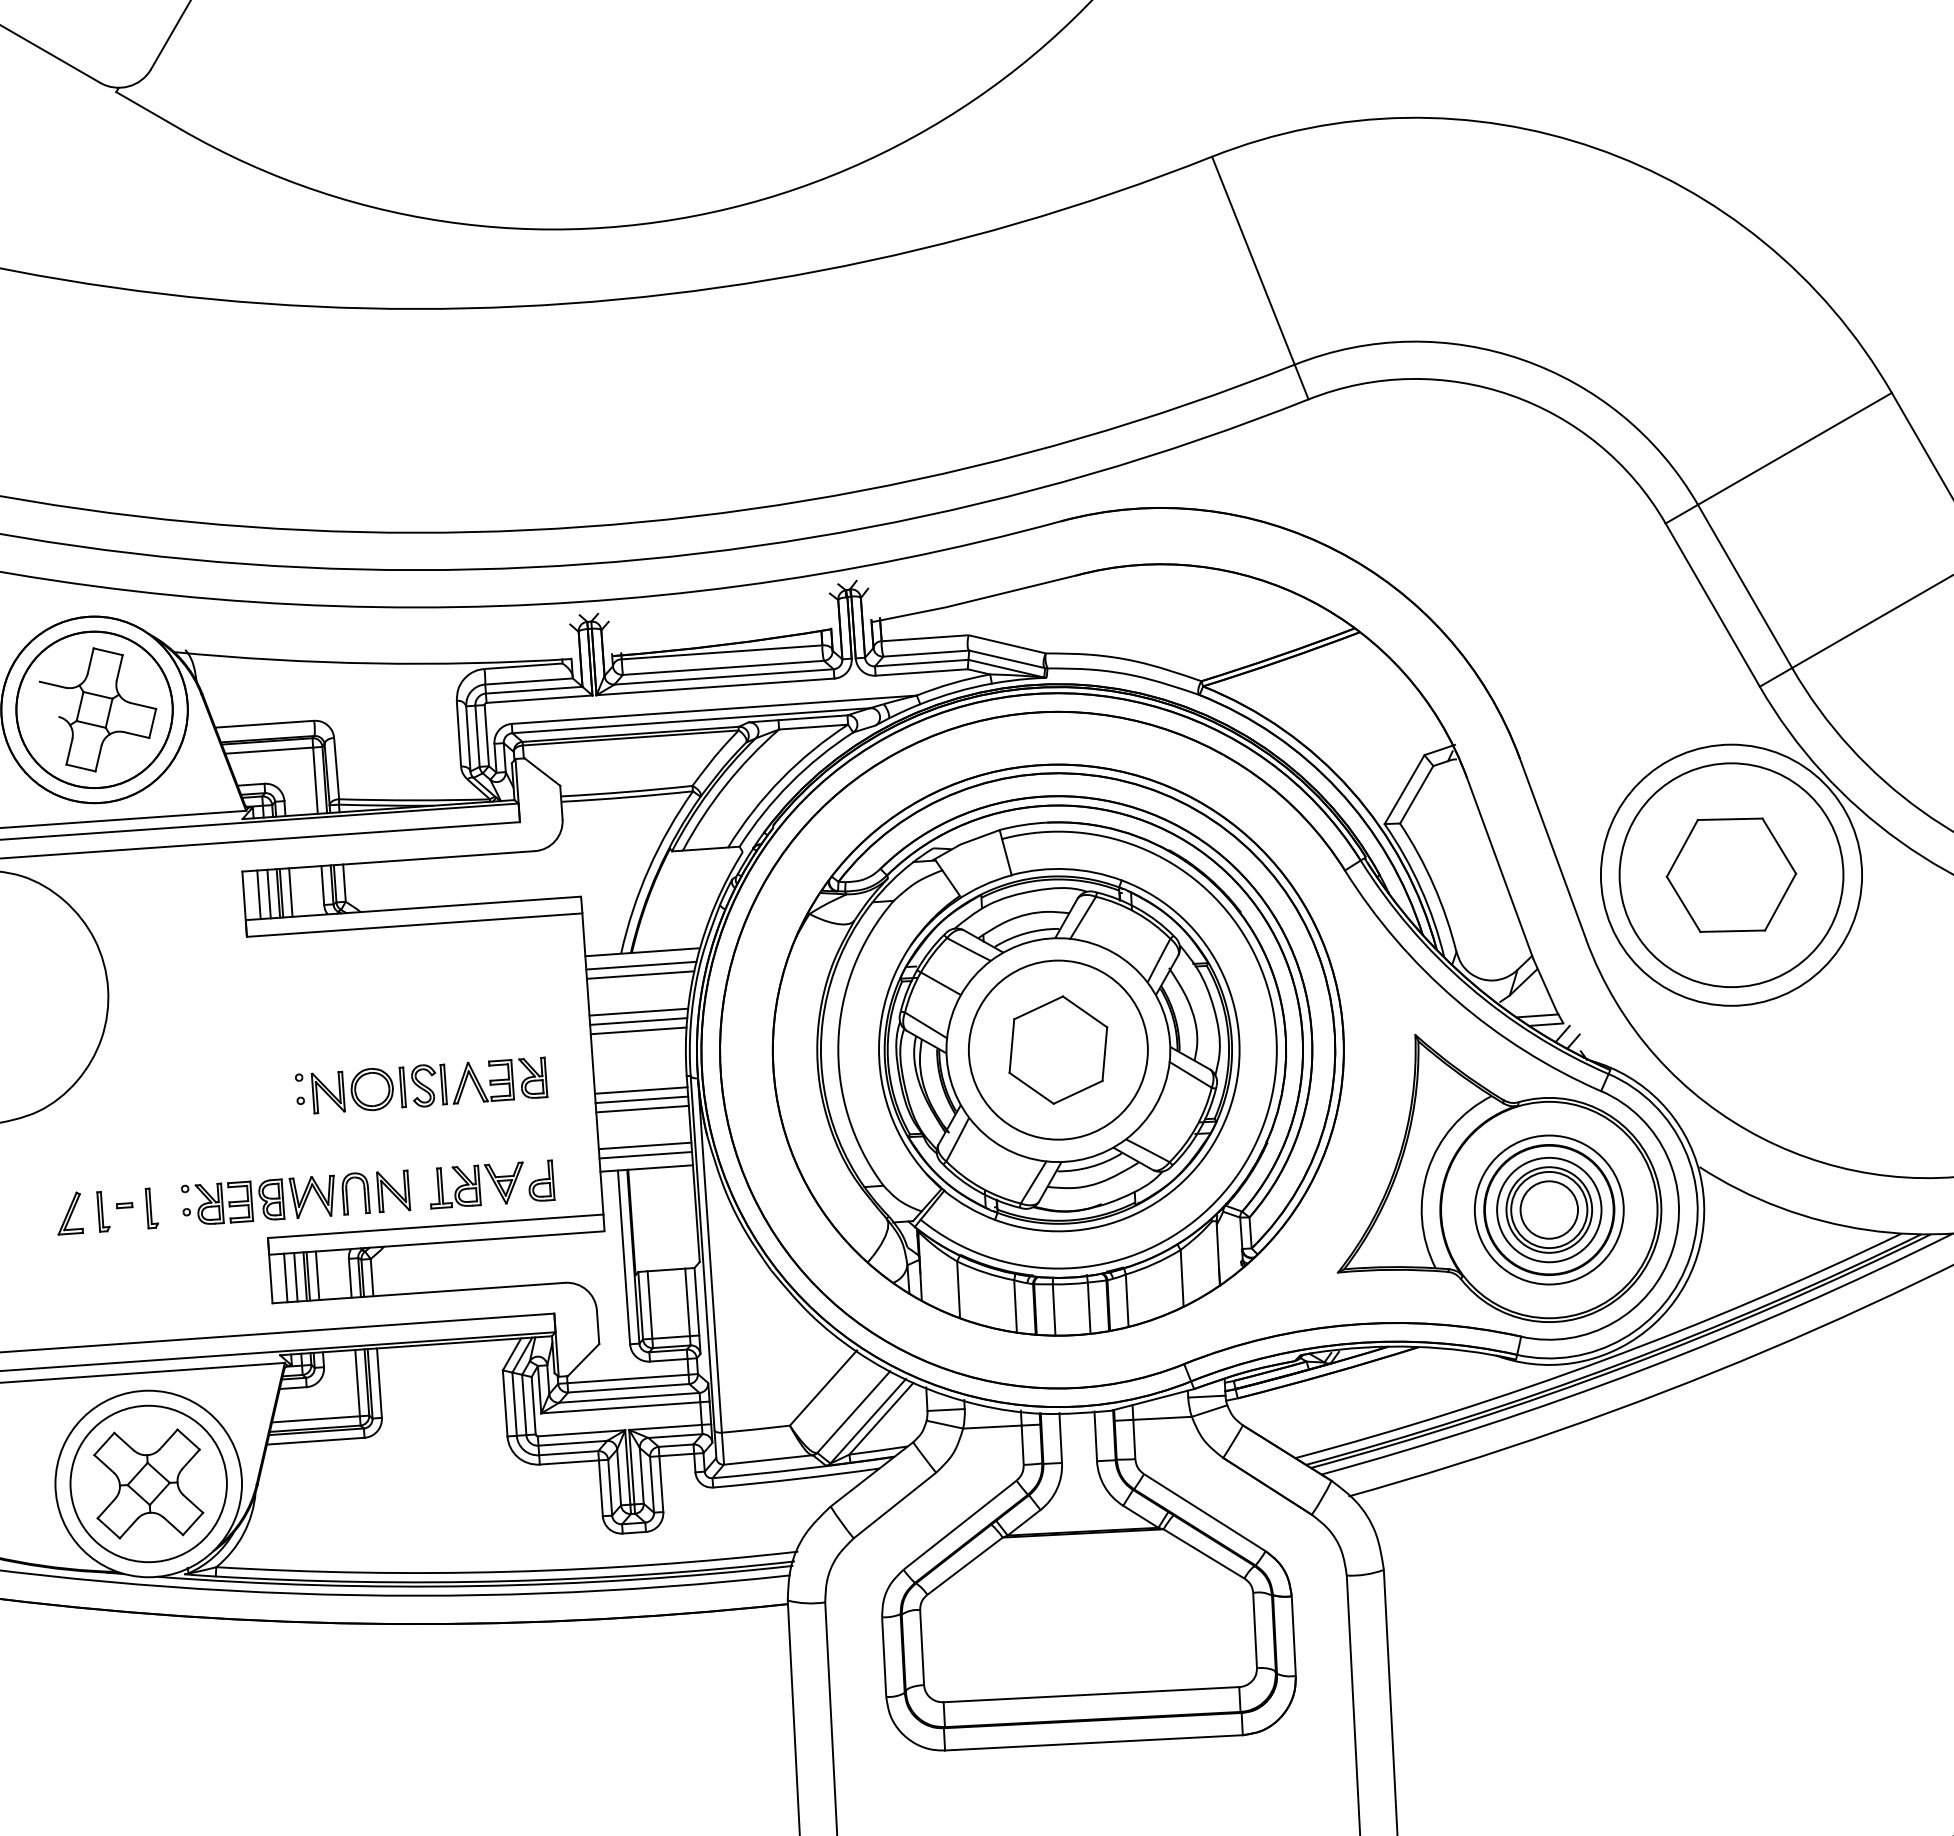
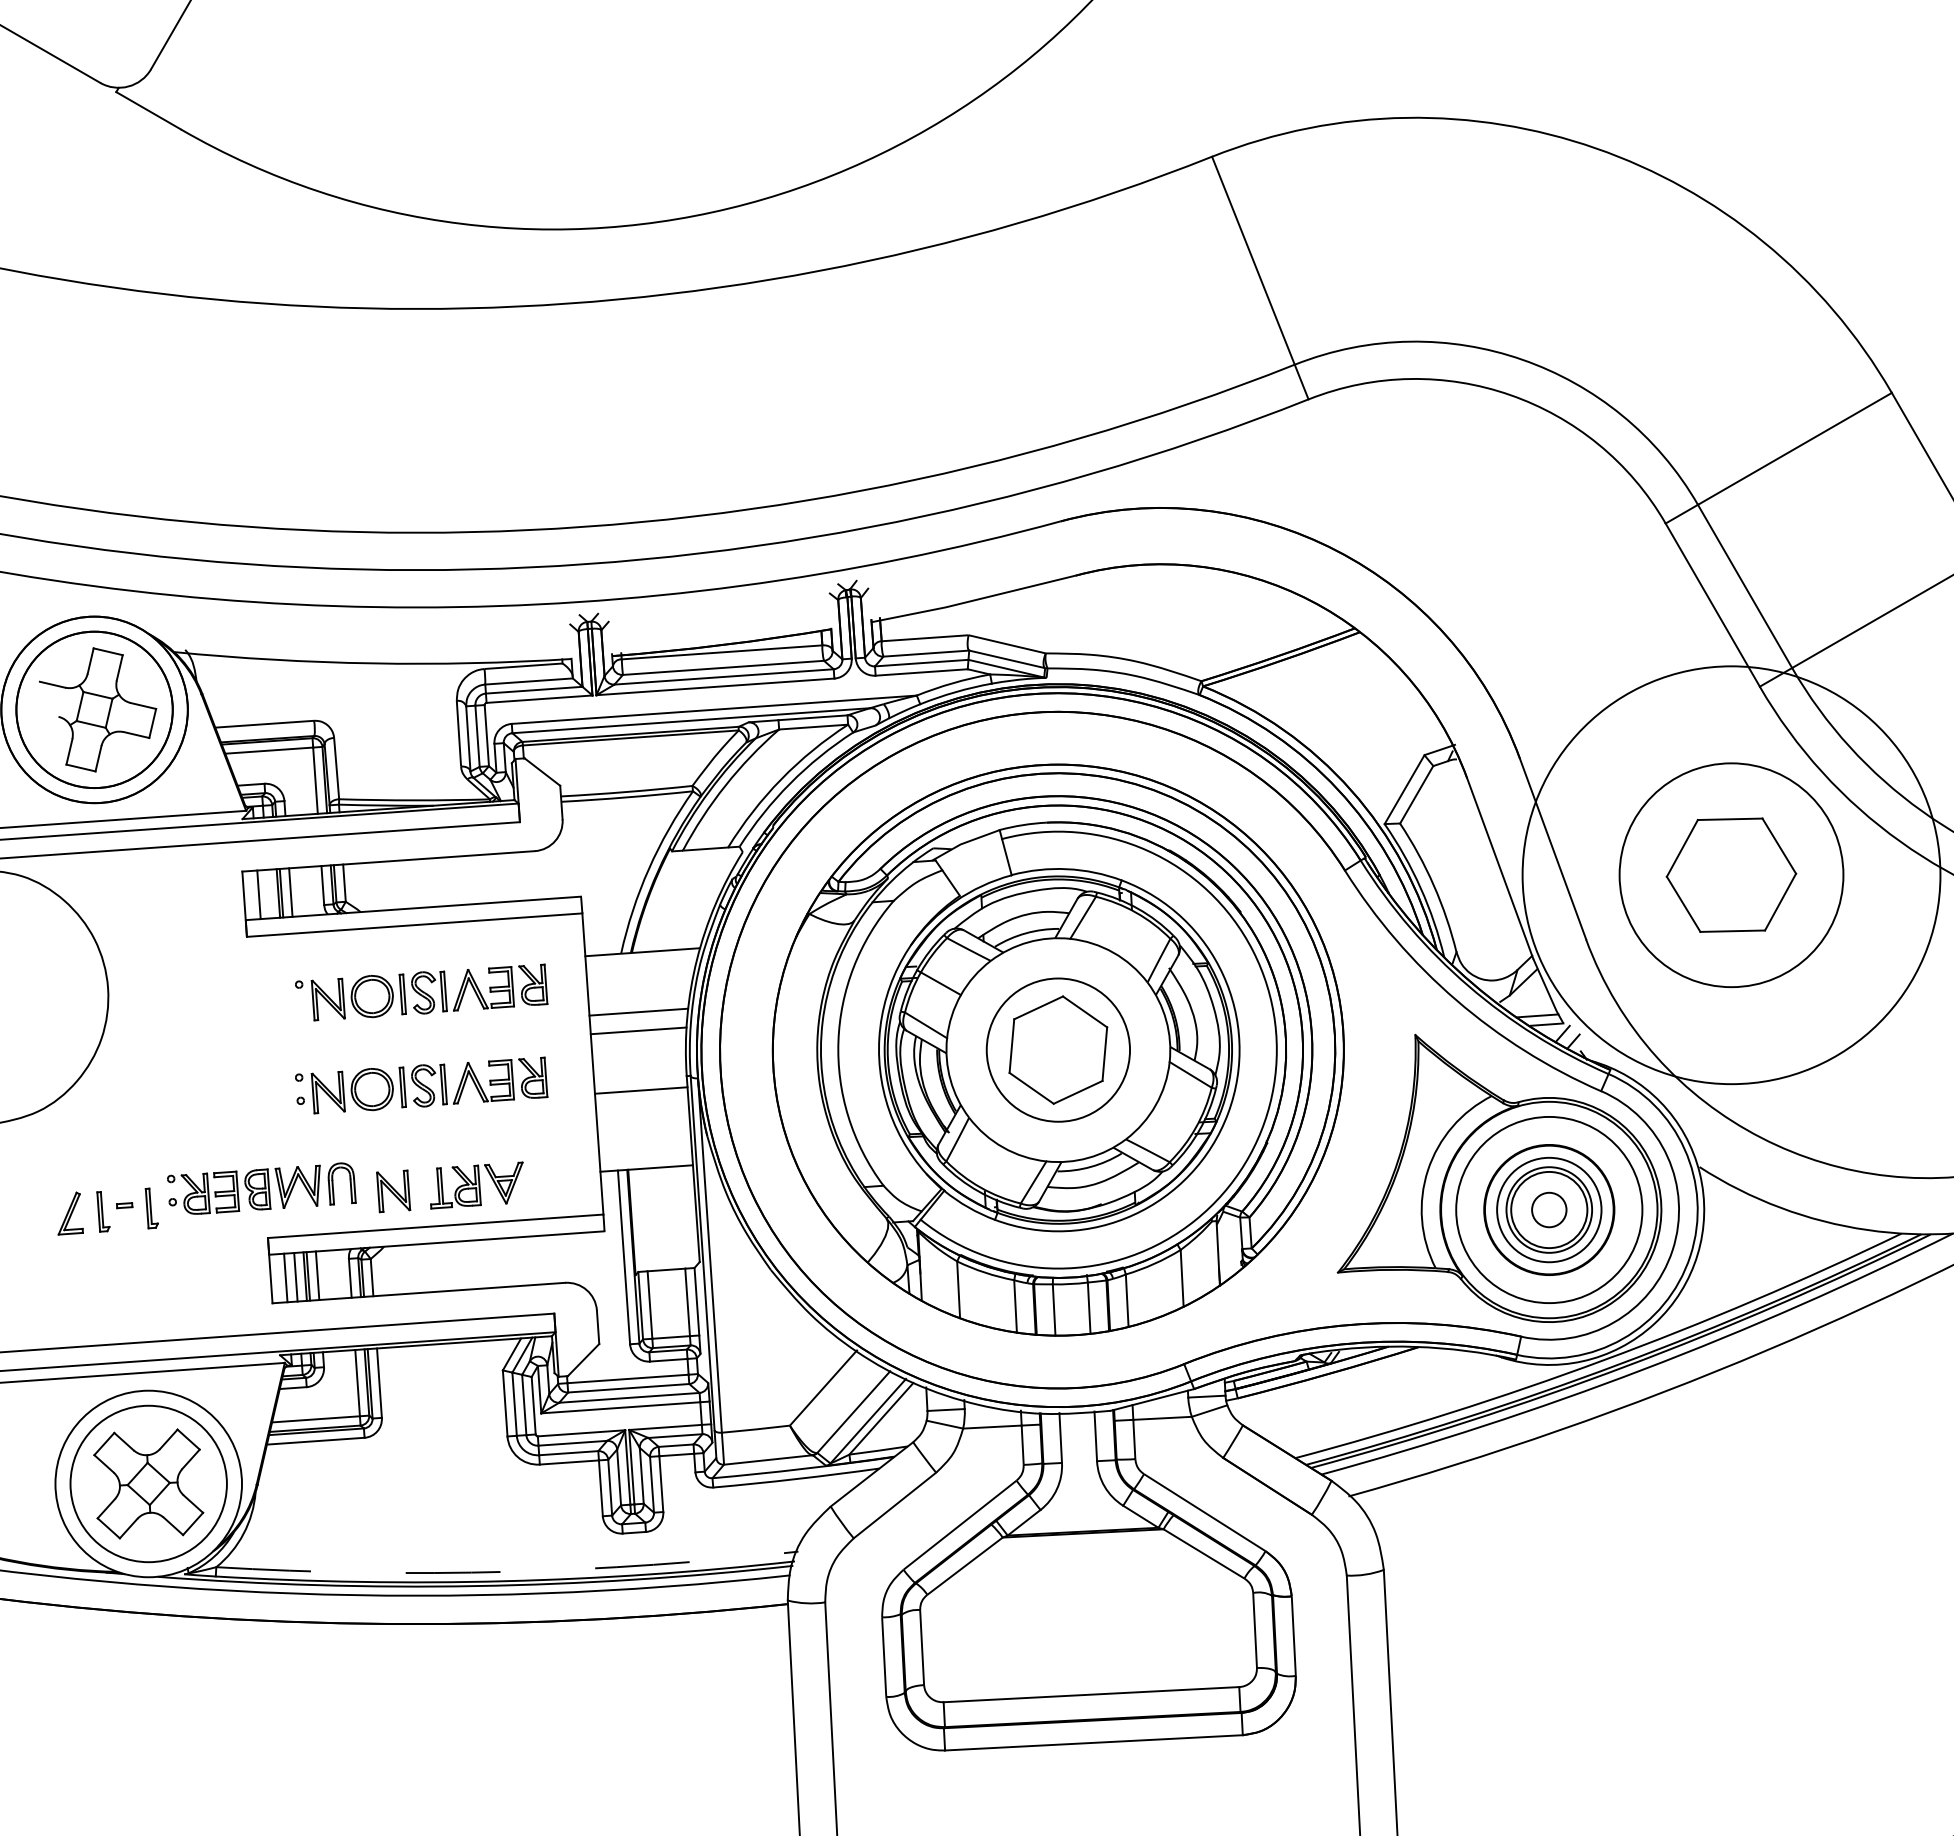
circle at (1731, 874) diameter: 261 px -> 418 px
line at (268, 893): present -> none
line at (641, 965): present -> none
line at (640, 974): present -> none
part at (421, 992): none -> present
line at (638, 1021): present -> none
circle at (1057, 1049) diameter: 179 px -> 143 px
line at (641, 1099): present -> none
line at (642, 1108): present -> none
line at (644, 1145): present -> none
line at (645, 1154): present -> none
part at (541, 1180): present -> none
part at (275, 1198) position: (275, 1198) -> (261, 1188)
circle at (1548, 1209) diameter: 149 px -> 186 px
circle at (1549, 1209) diameter: 57 px -> 34 px
arc at (507, 1571): solid -> dashed
